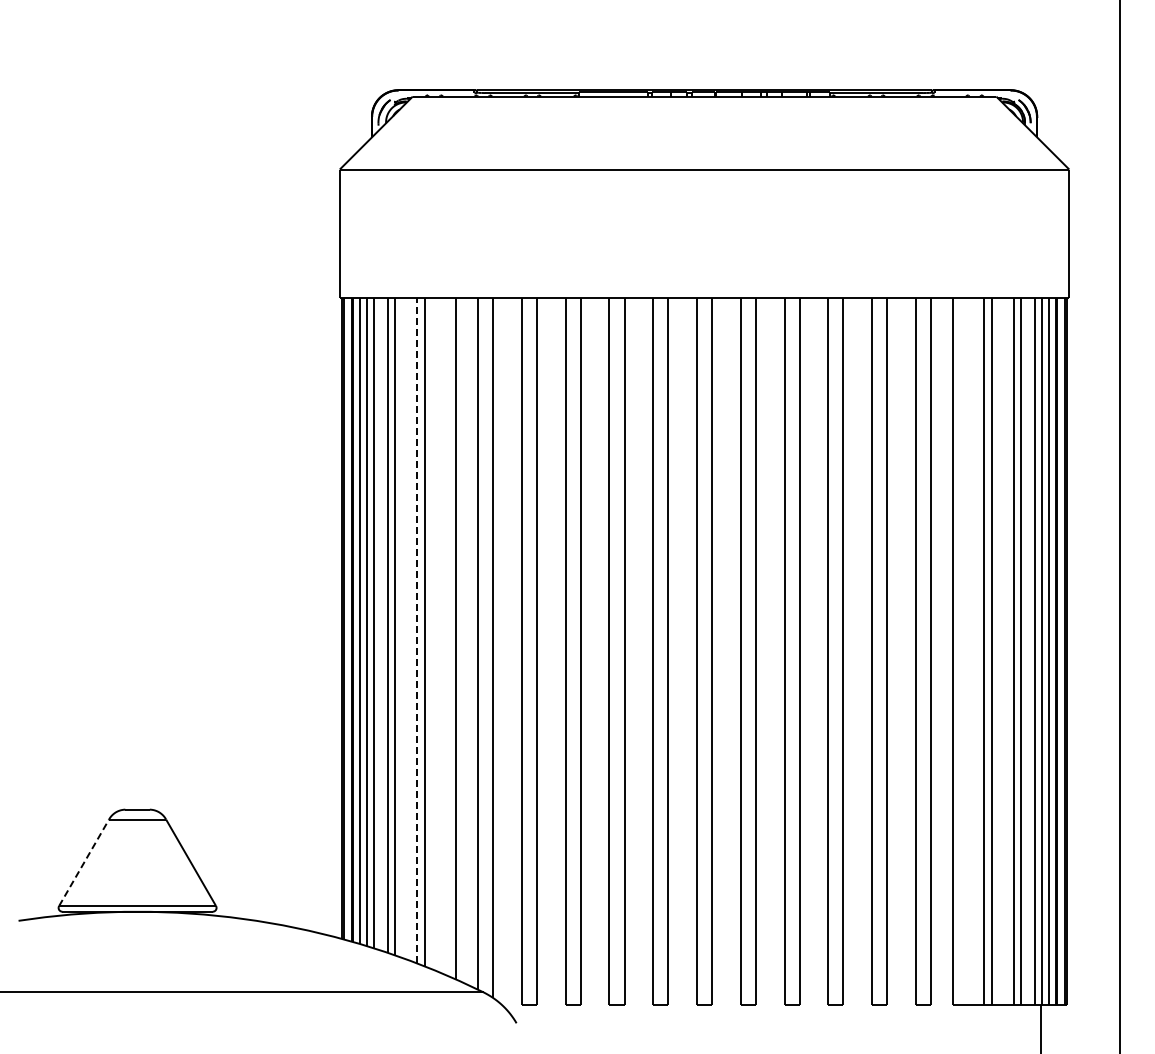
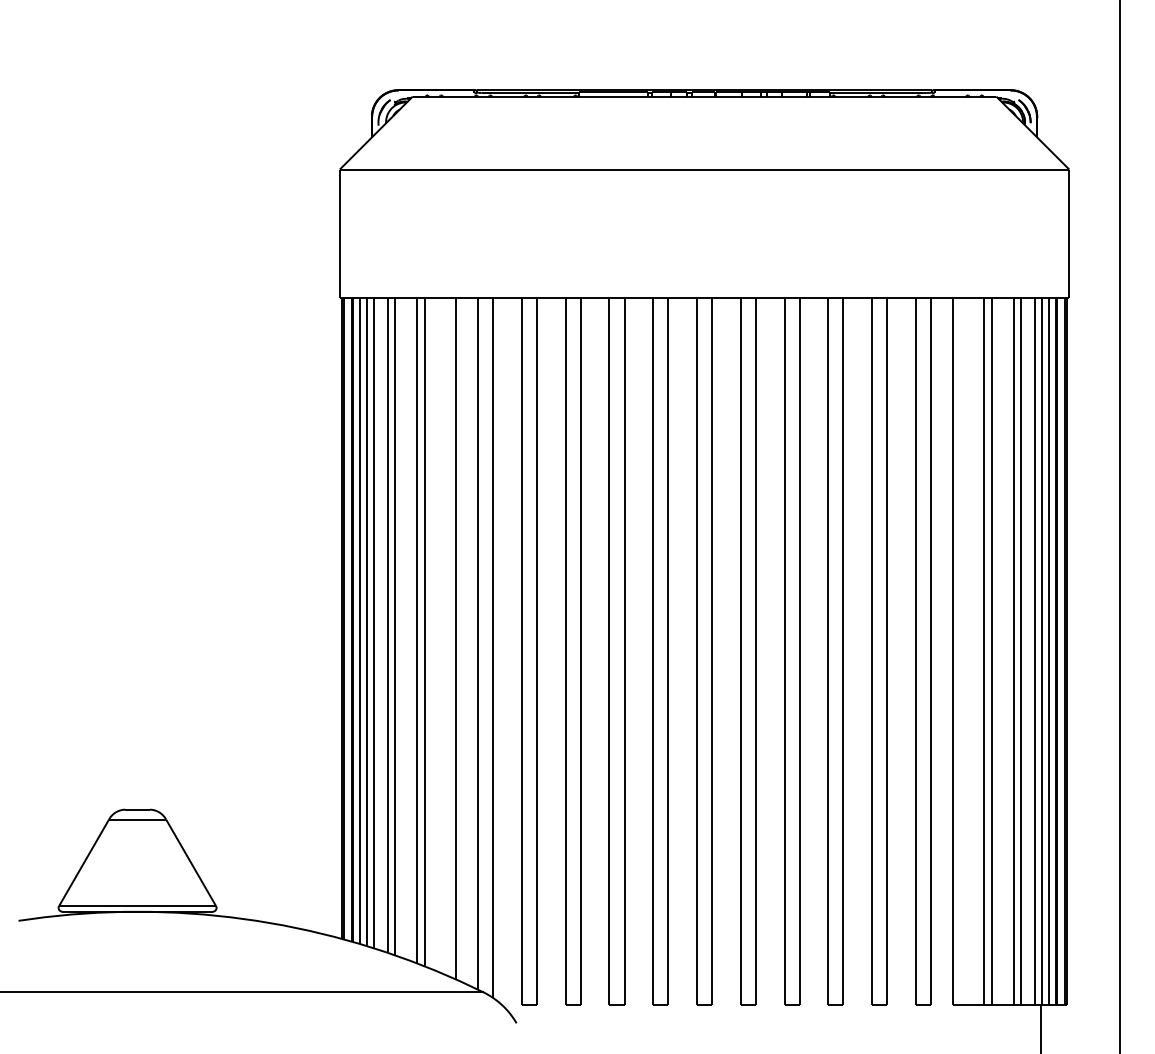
line at (417, 630): dashed -> solid
line at (84, 862): dashed -> solid
